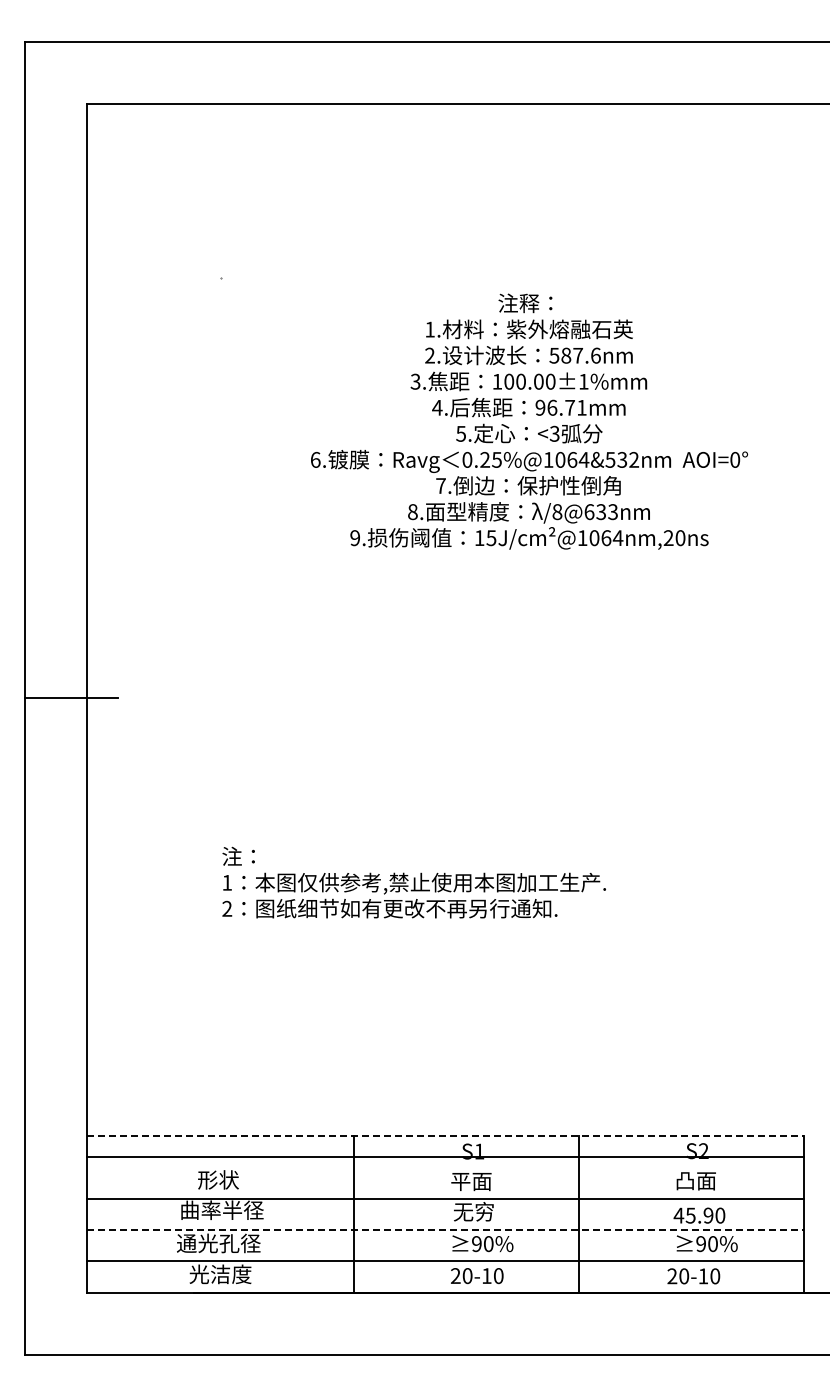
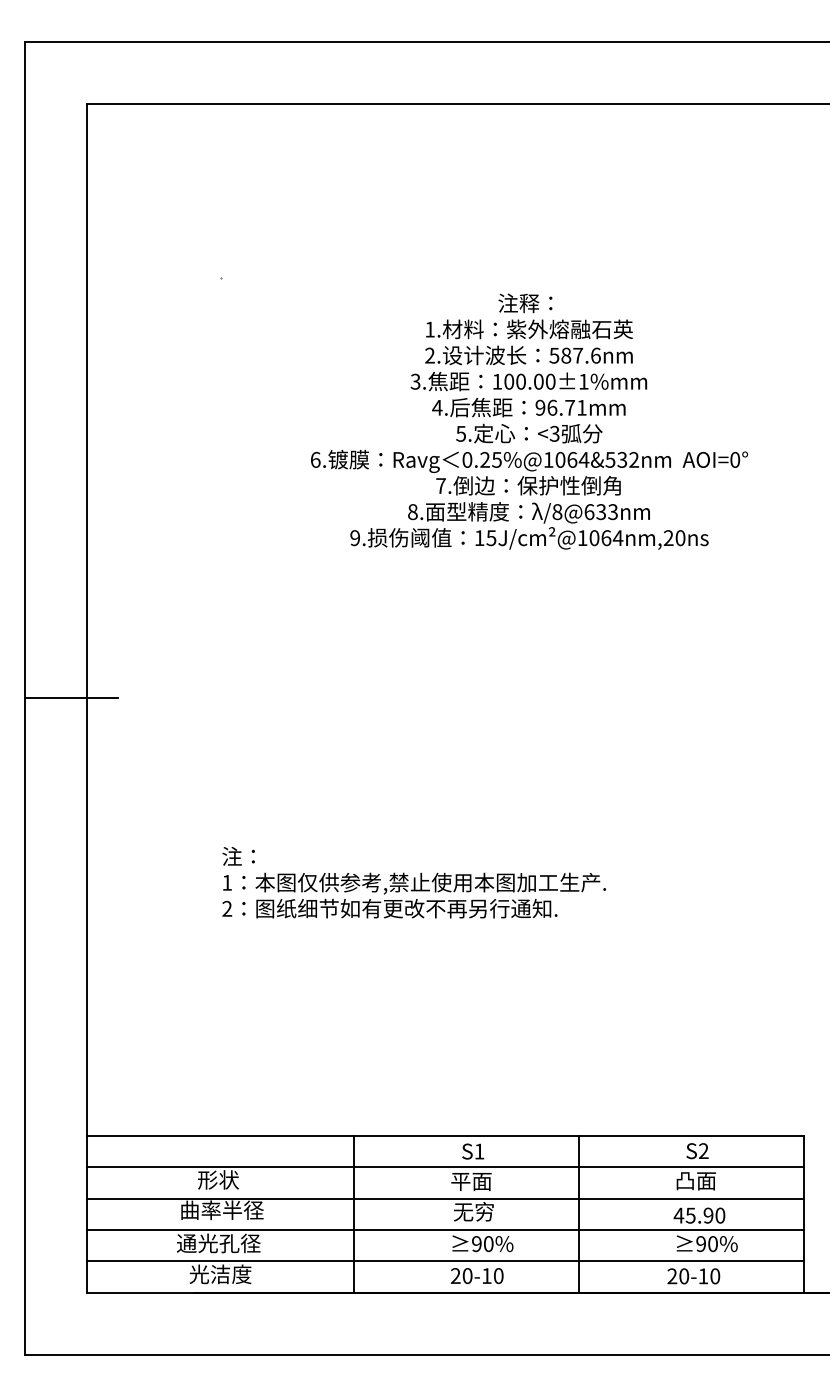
line at (446, 1136): dashed -> solid
line at (445, 1157) position: (445, 1157) -> (445, 1167)
line at (446, 1230): dashed -> solid
